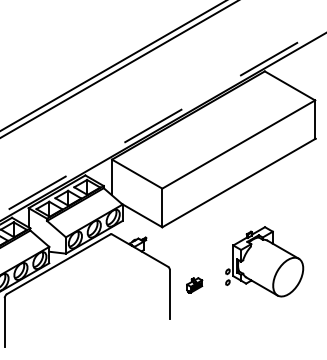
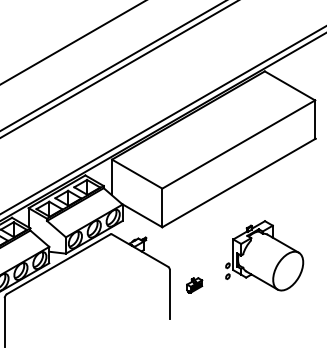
line at (72, 42): none -> present
line at (163, 120): dashed -> solid
part at (264, 261) position: (264, 261) -> (264, 255)
